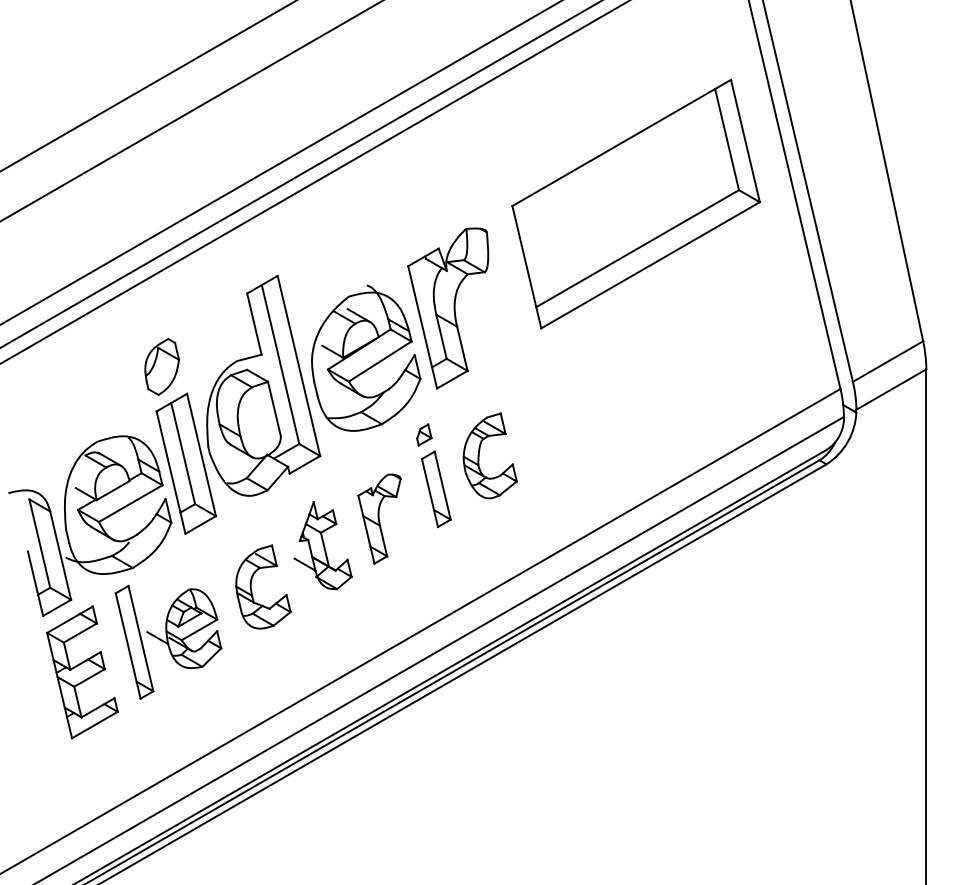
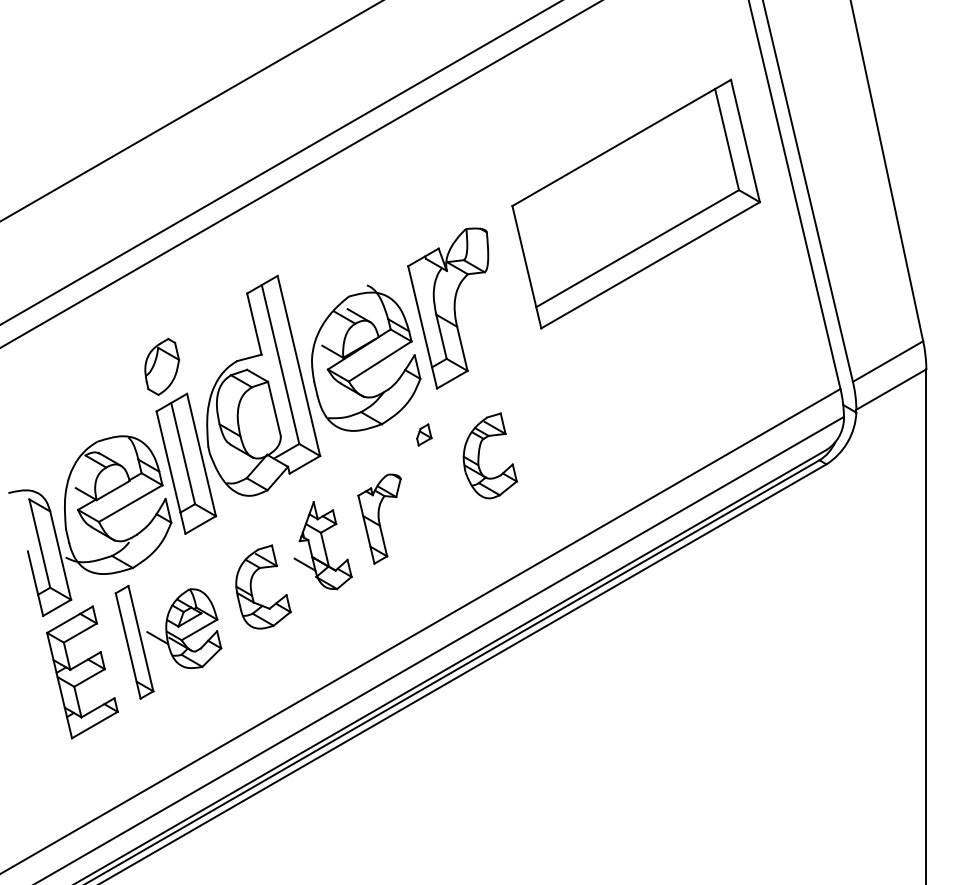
line at (147, 86): present -> none
line at (314, 182): present -> none
part at (435, 489): present -> none
